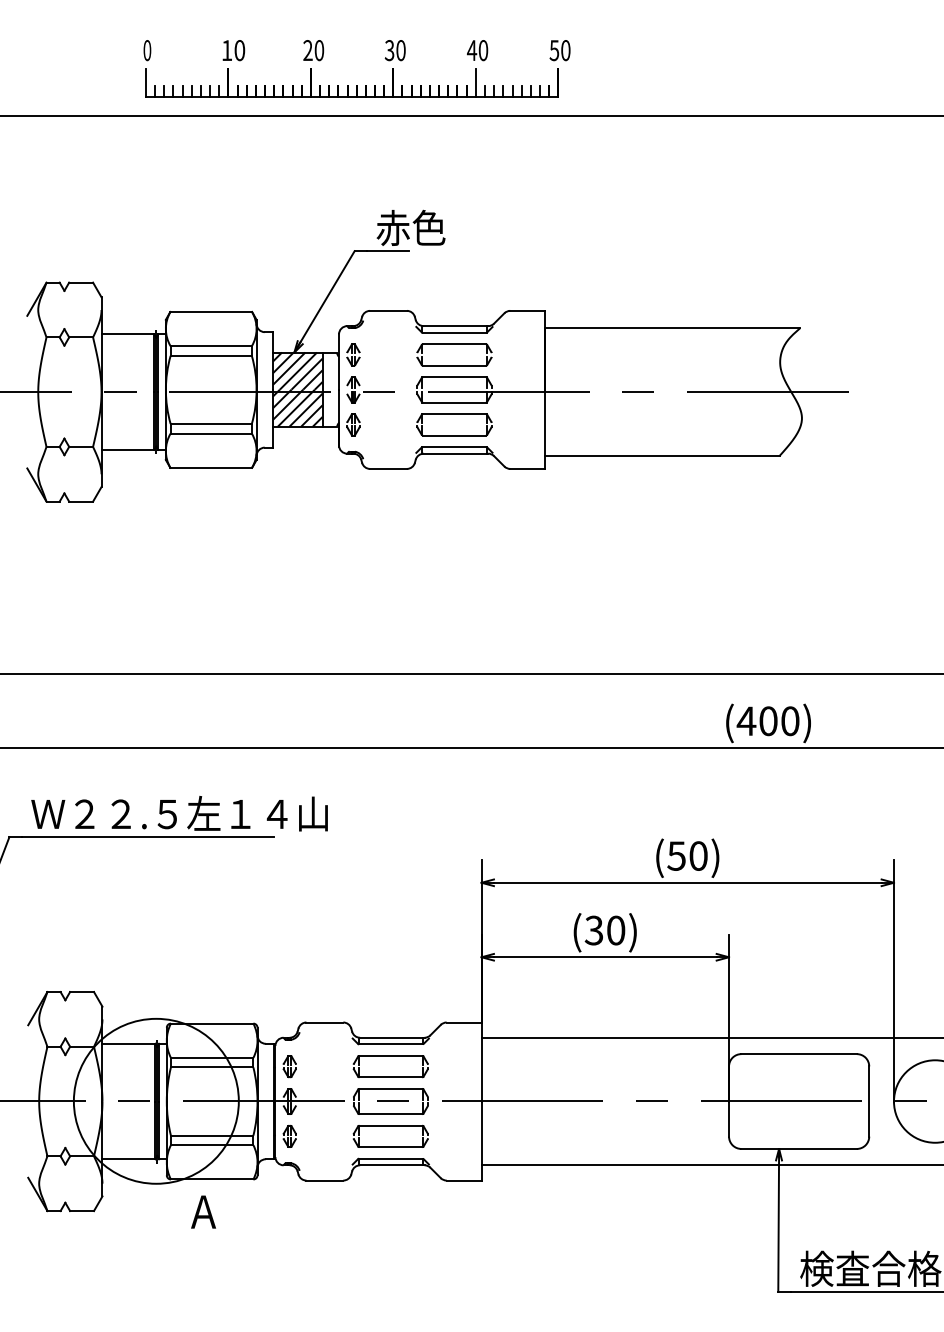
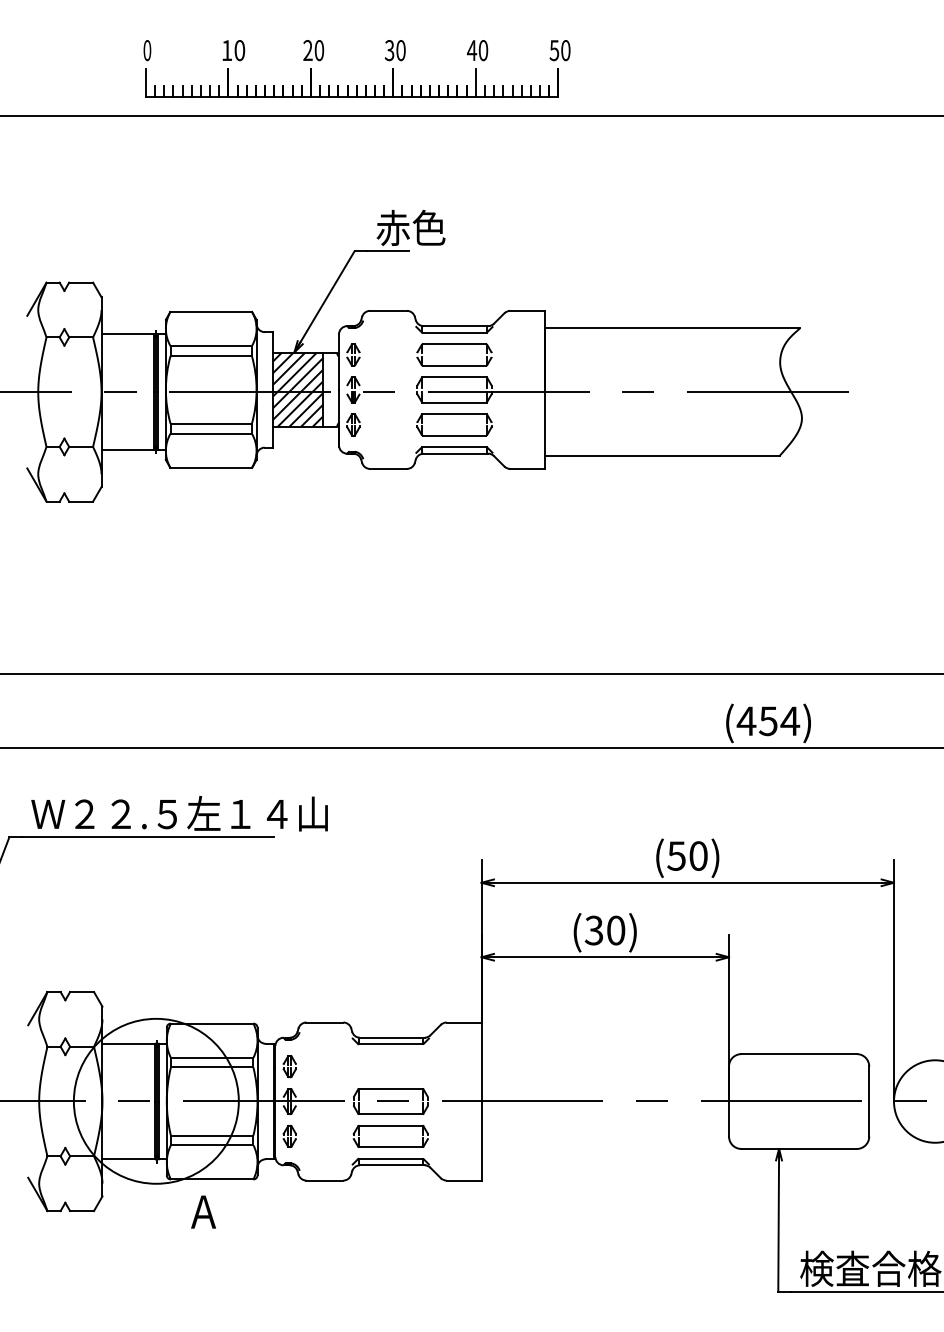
text at (779, 721): (400) -> (454)
line at (710, 1037): present -> none
part at (390, 1056): present -> none
line at (710, 1165): present -> none
